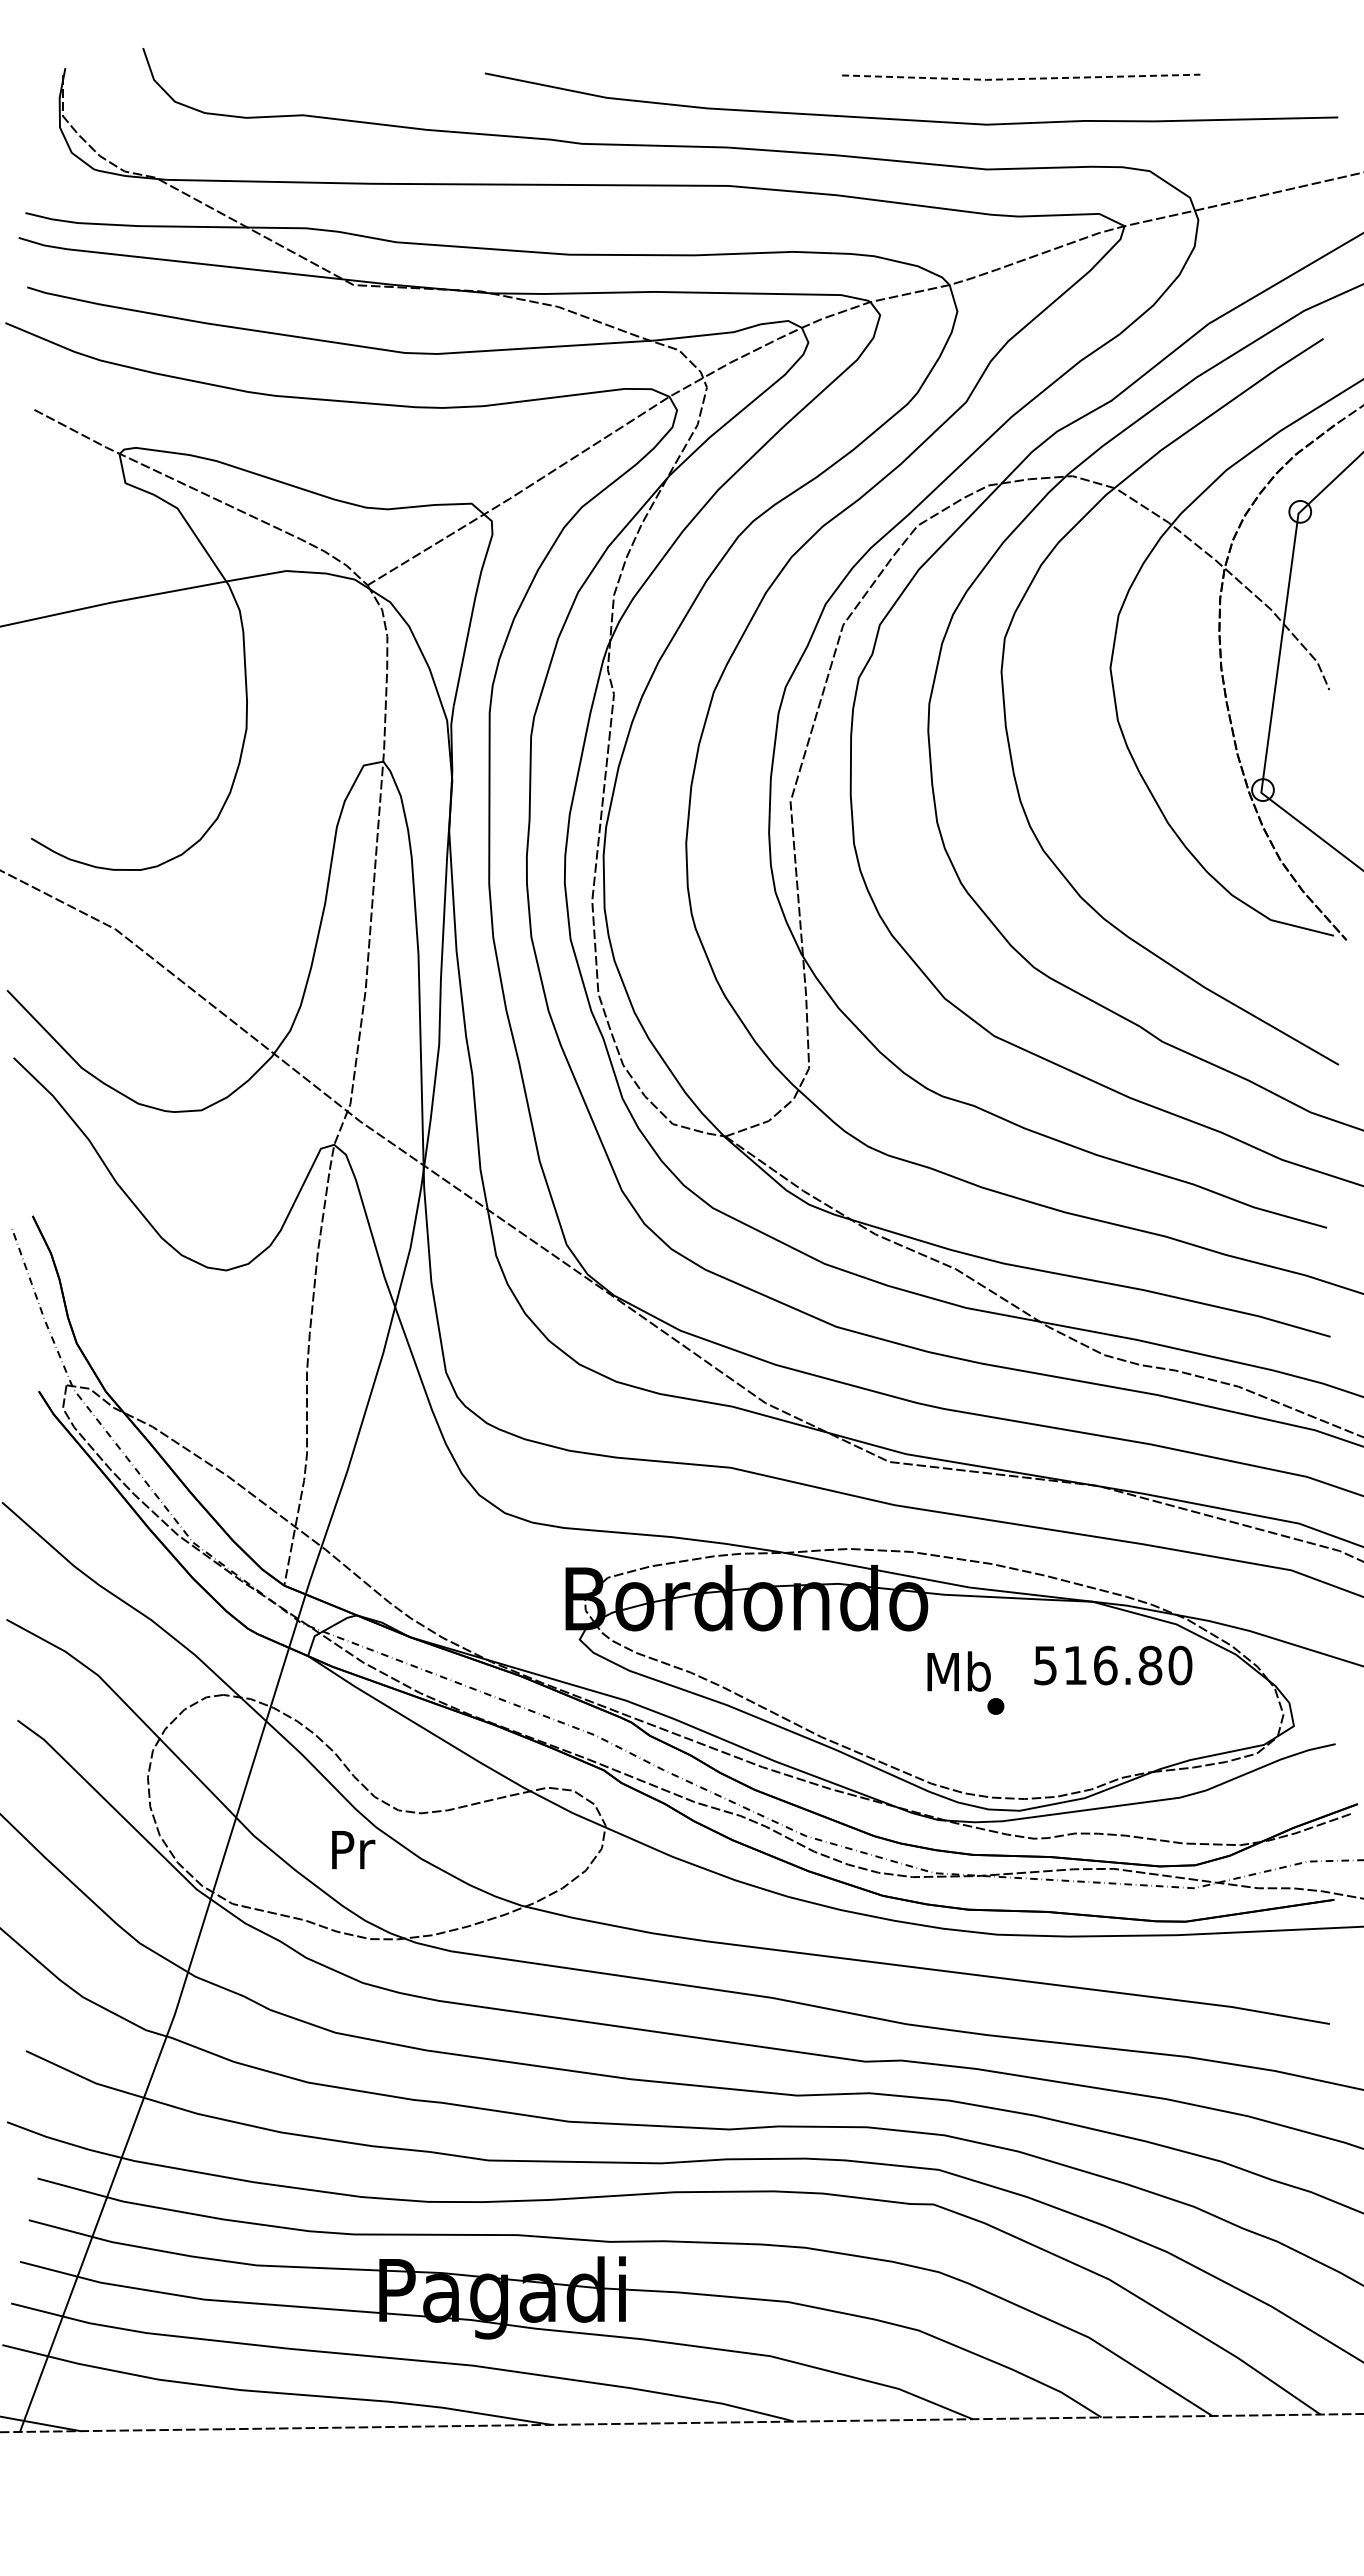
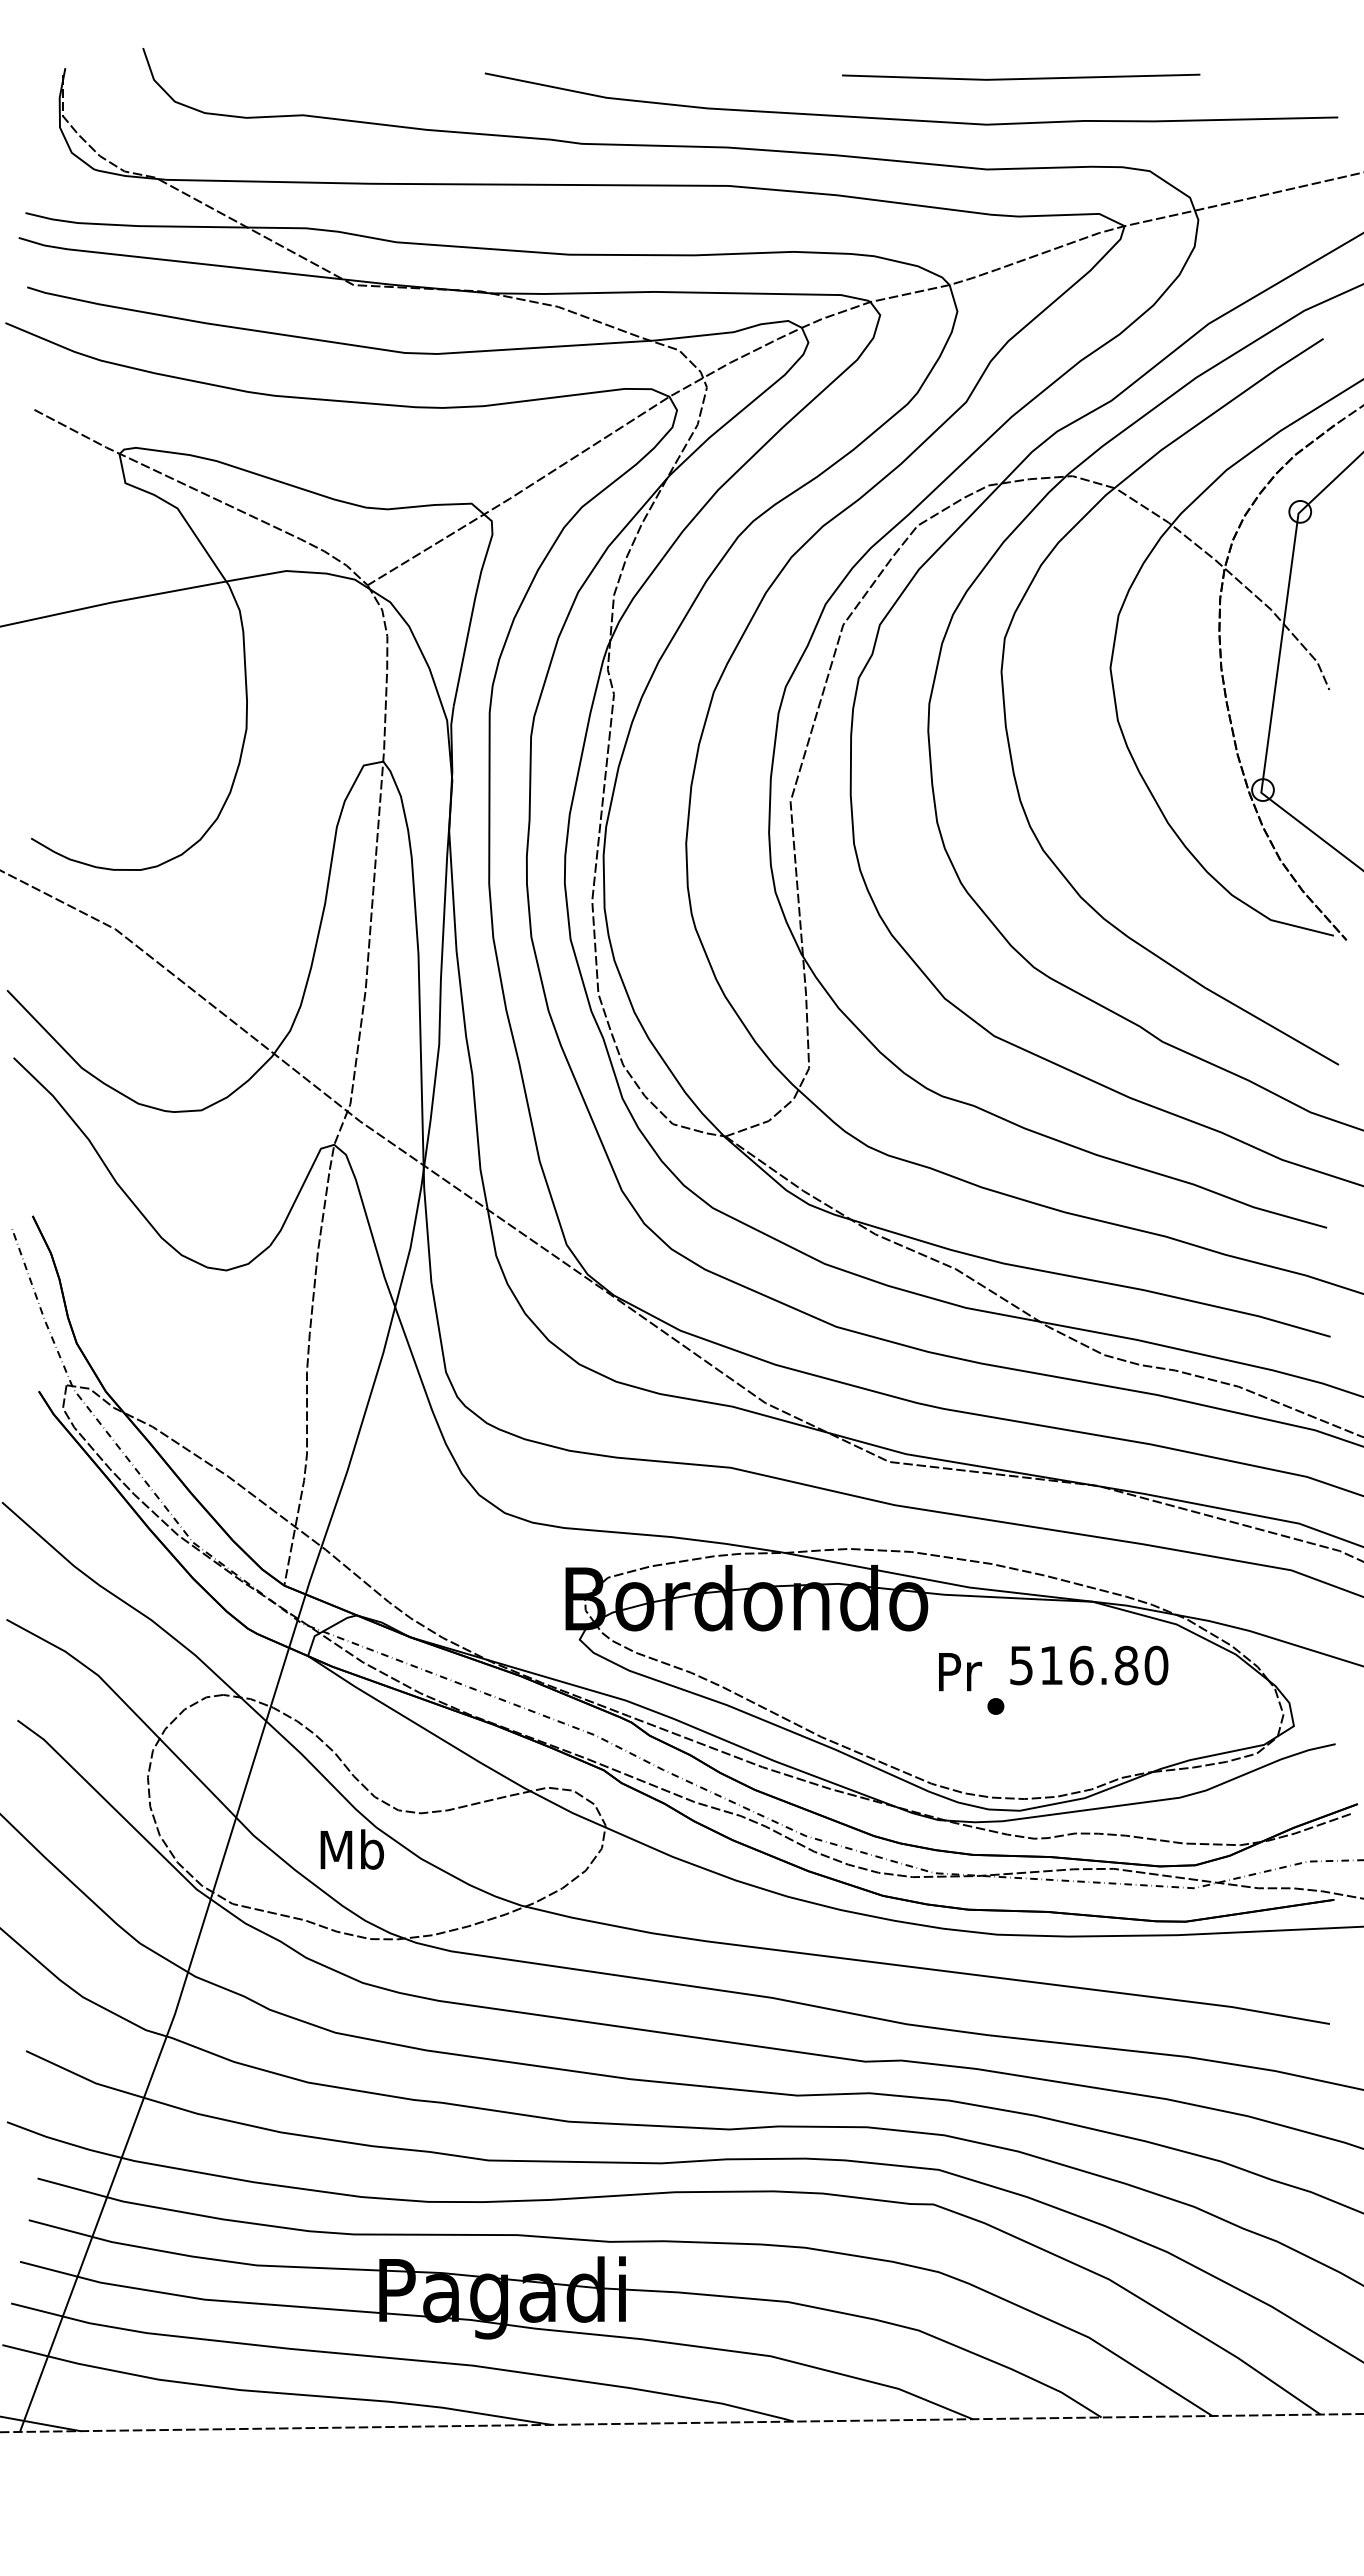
line at (1021, 79): dashed -> solid
text at (1113, 1665) position: (1113, 1665) -> (1089, 1665)
text at (958, 1671): Mb -> Pr
text at (352, 1849): Pr -> Mb
